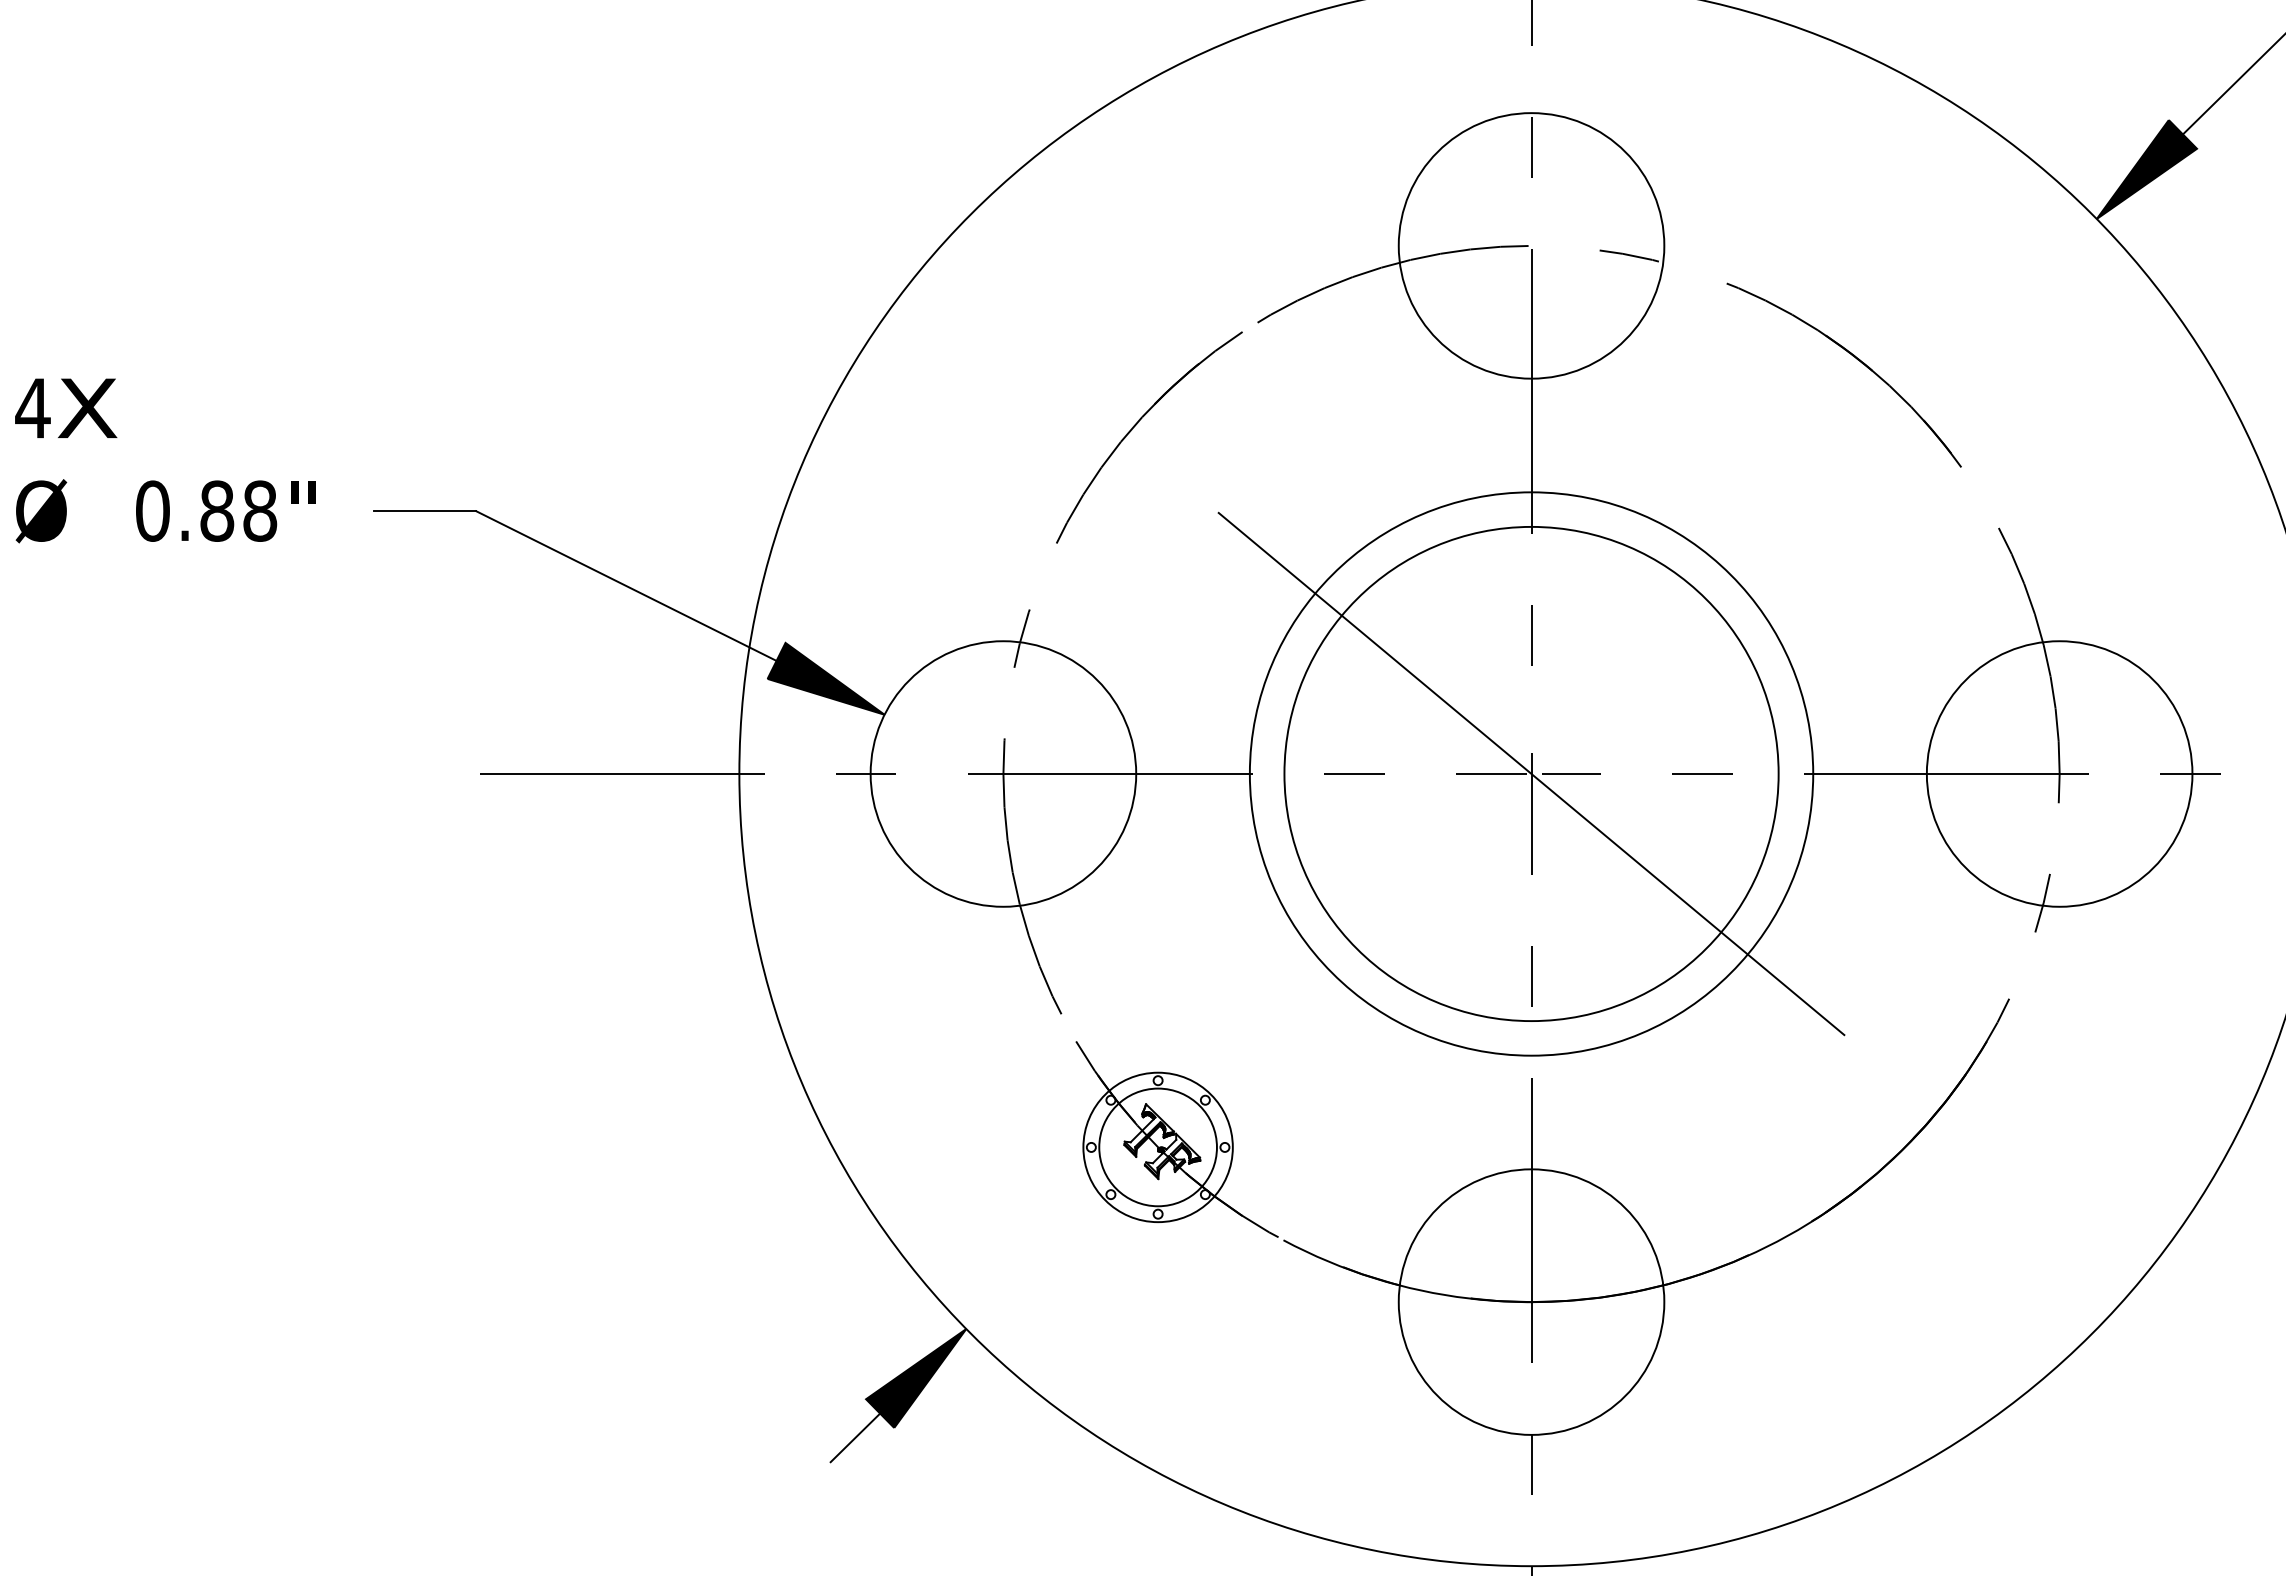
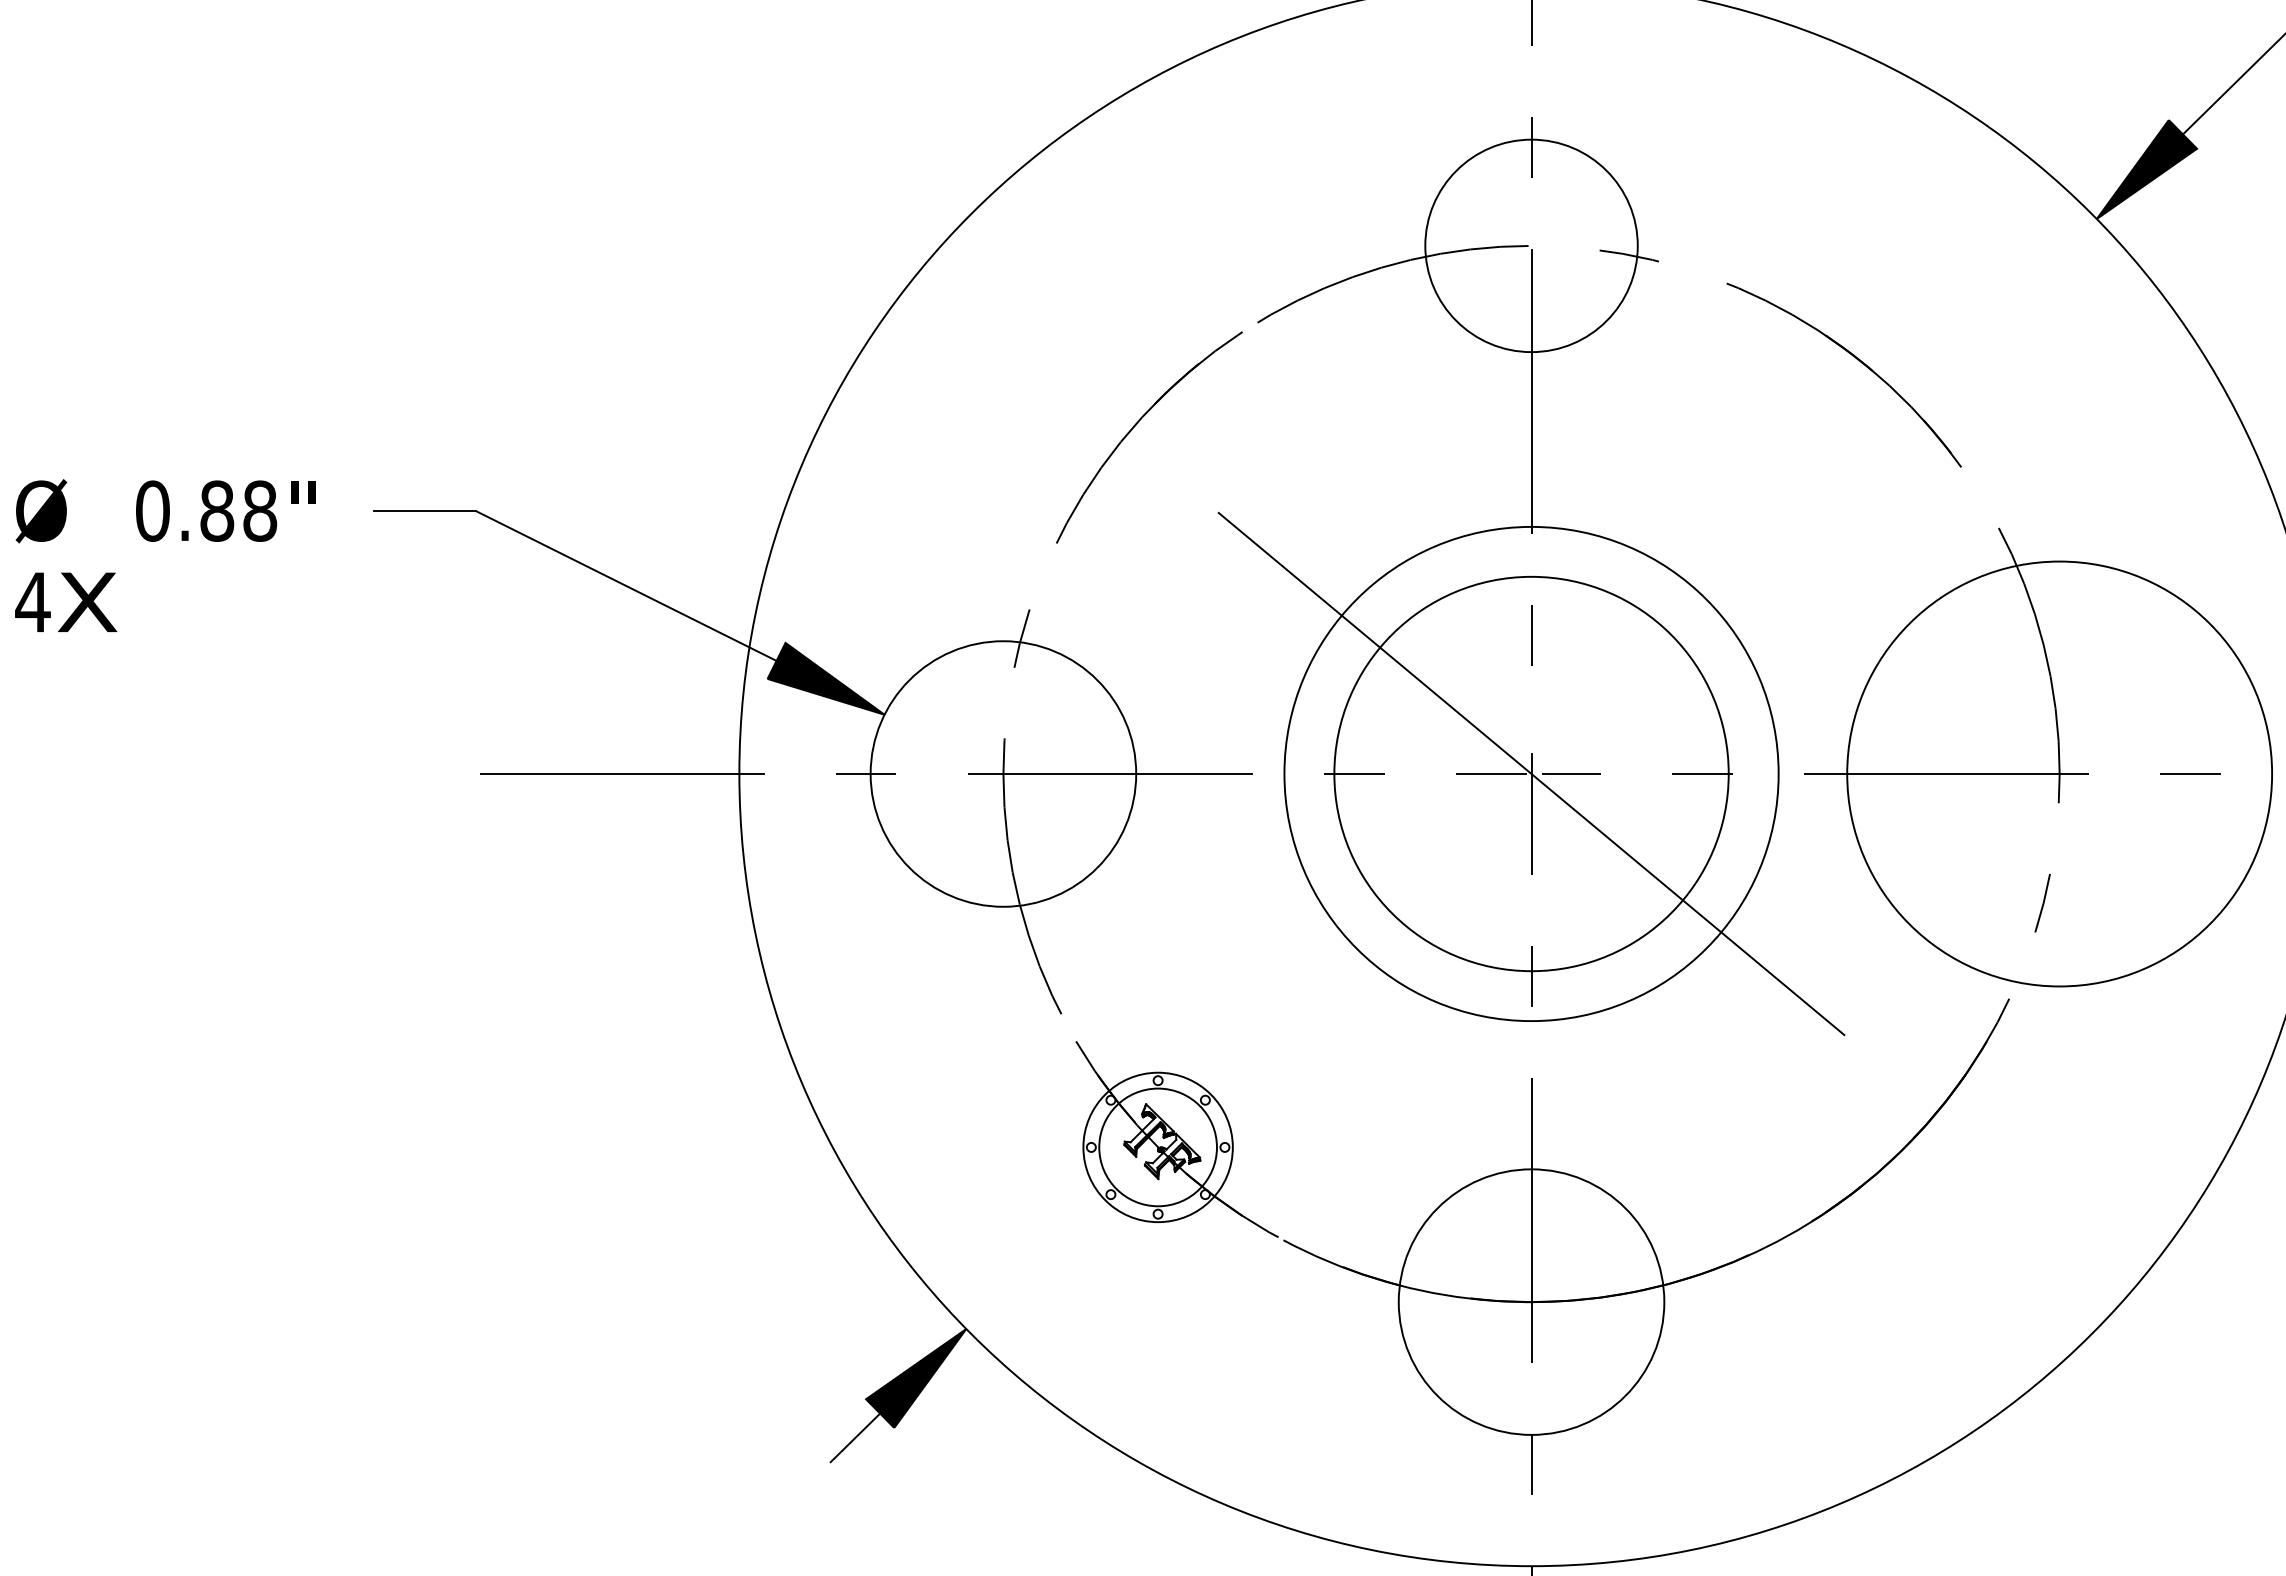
circle at (1531, 245) diameter: 266 px -> 212 px
text at (66, 407) position: (66, 407) -> (66, 601)
circle at (1531, 773) diameter: 563 px -> 394 px
circle at (2059, 773) diameter: 266 px -> 425 px
